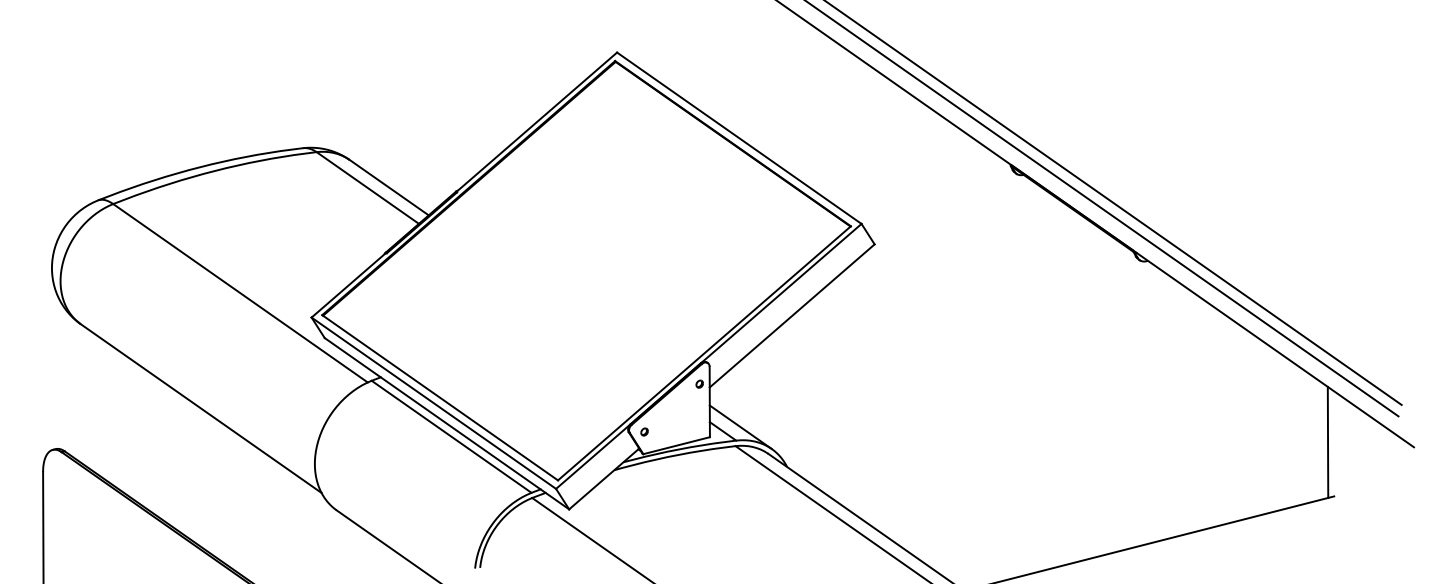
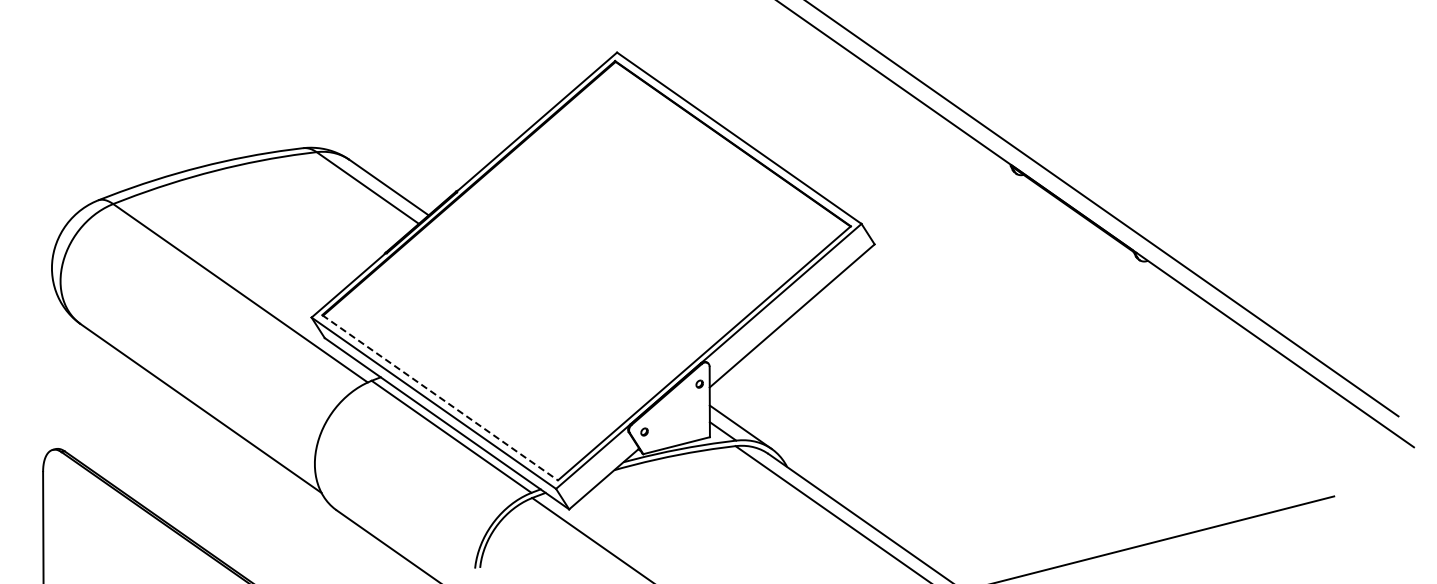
line at (1114, 203): present -> none
line at (440, 397): solid -> dashed
line at (1327, 441): present -> none
